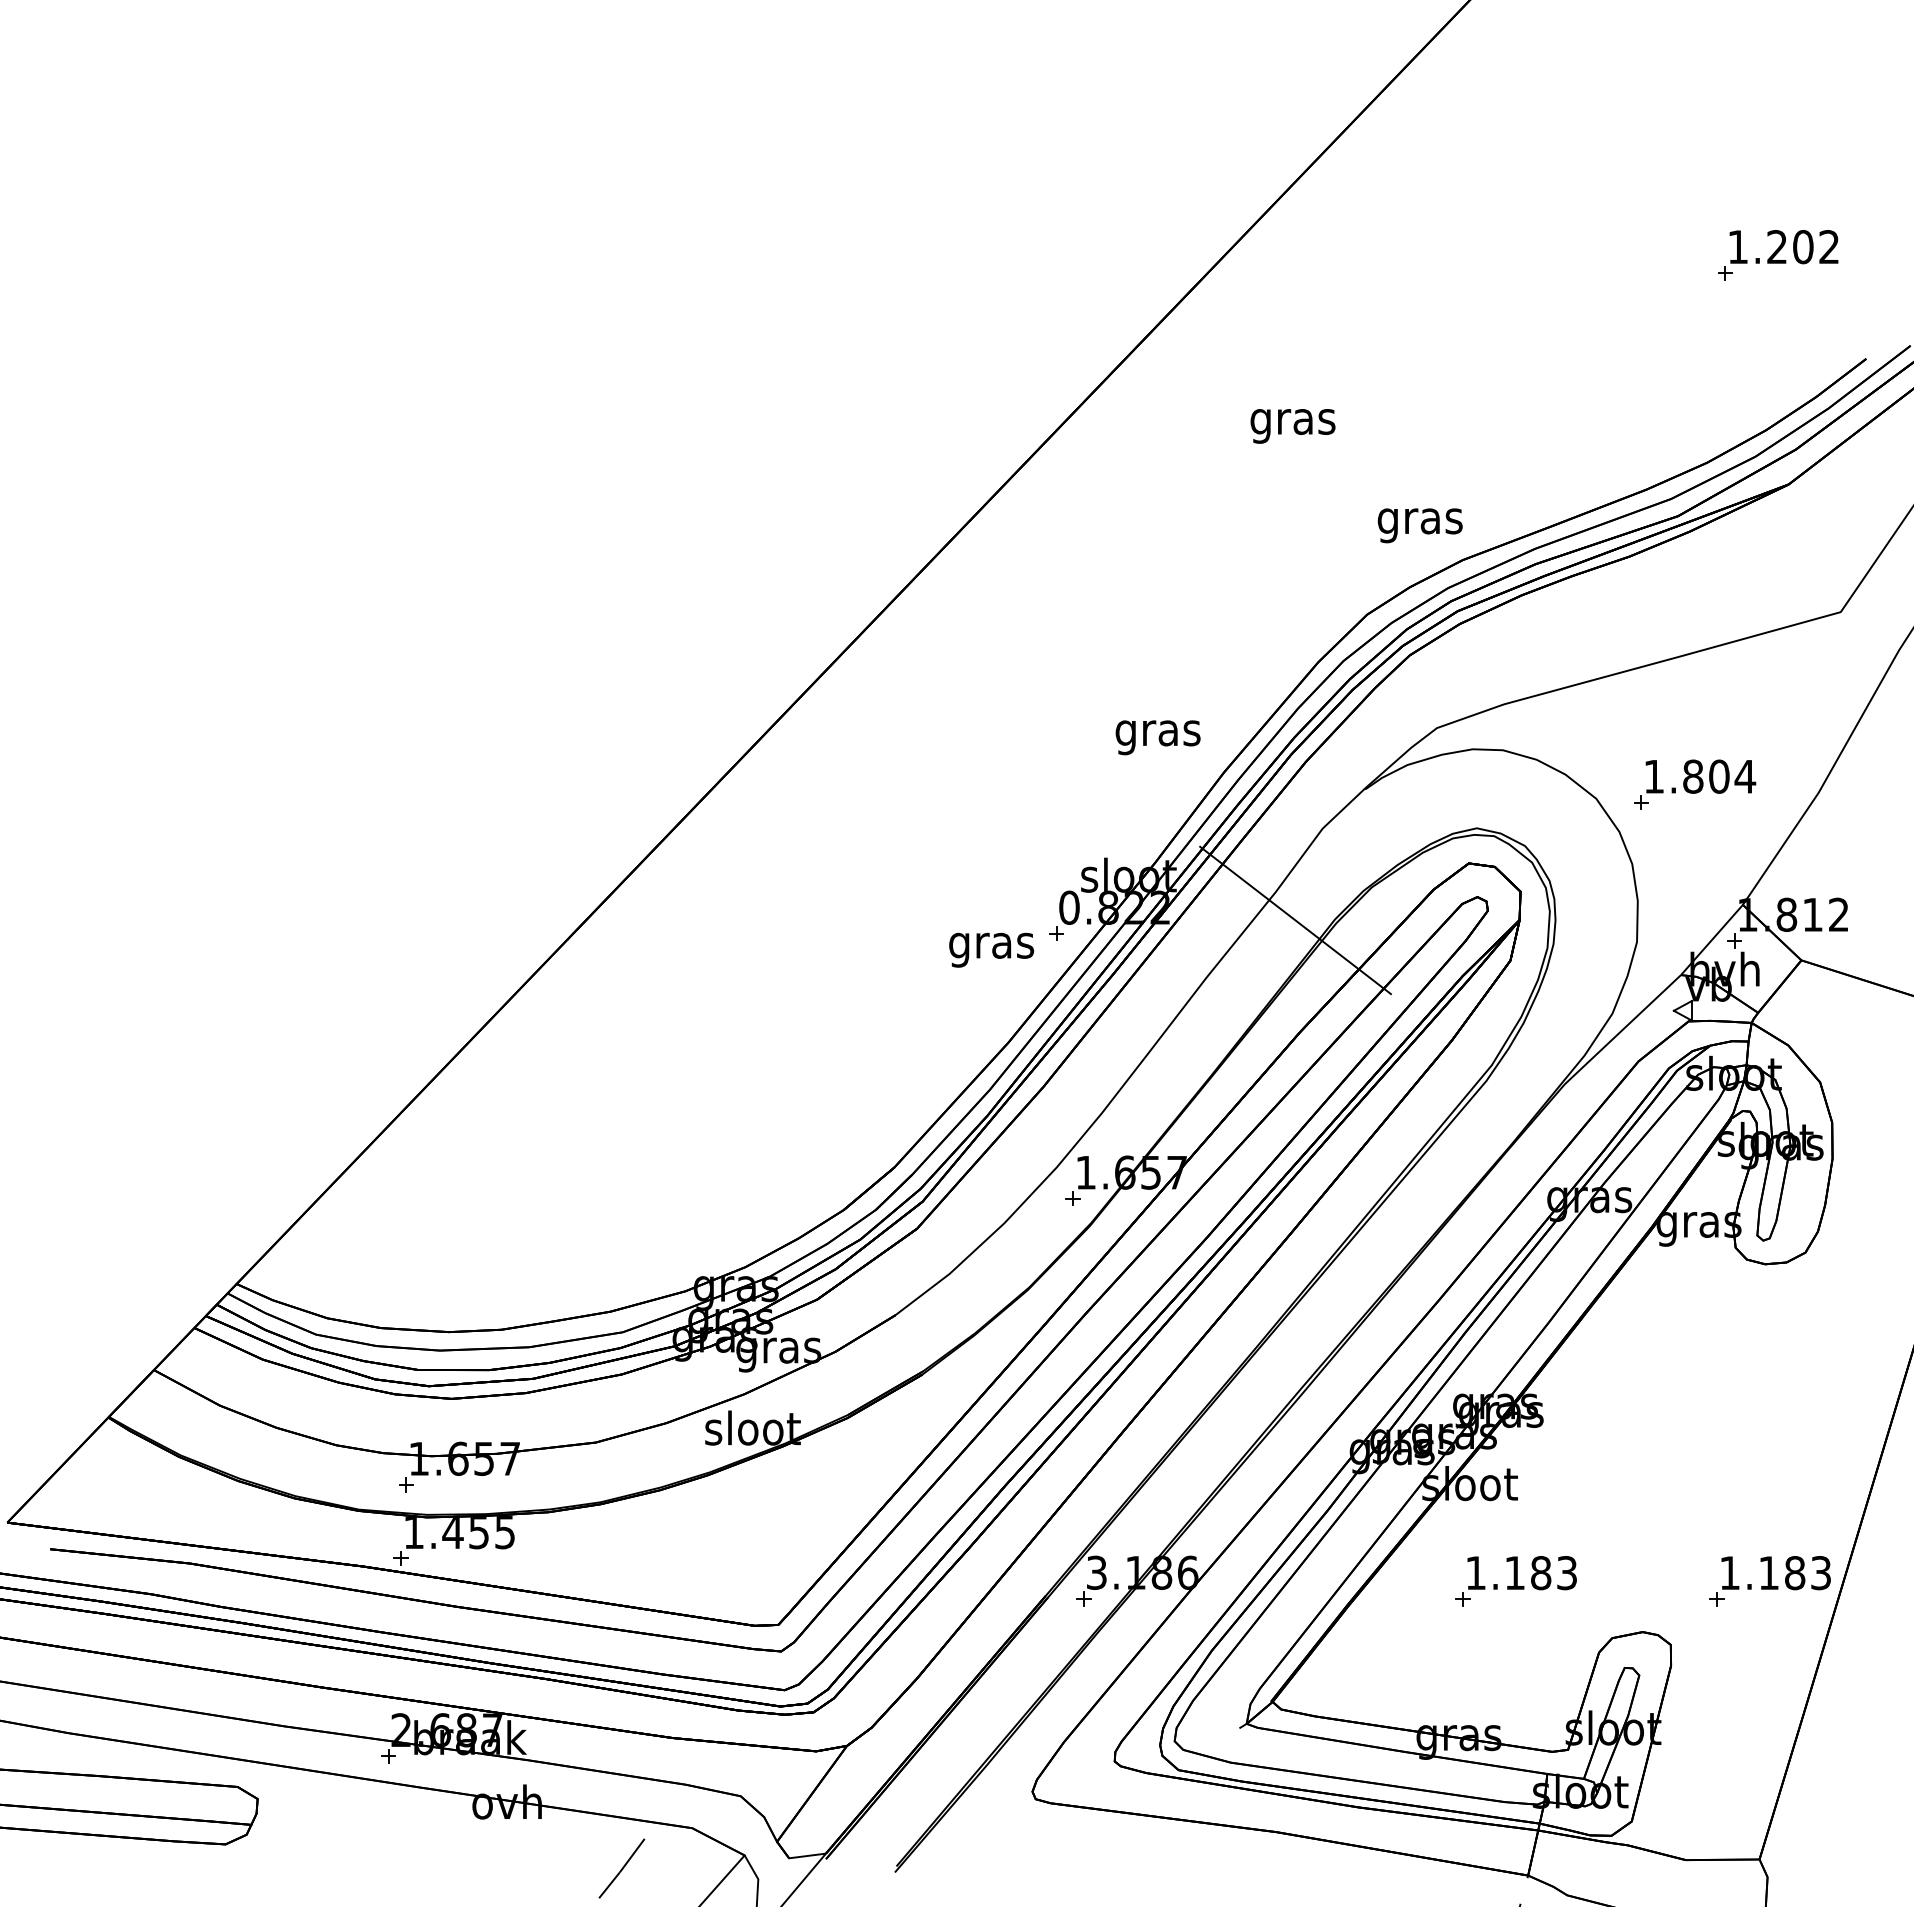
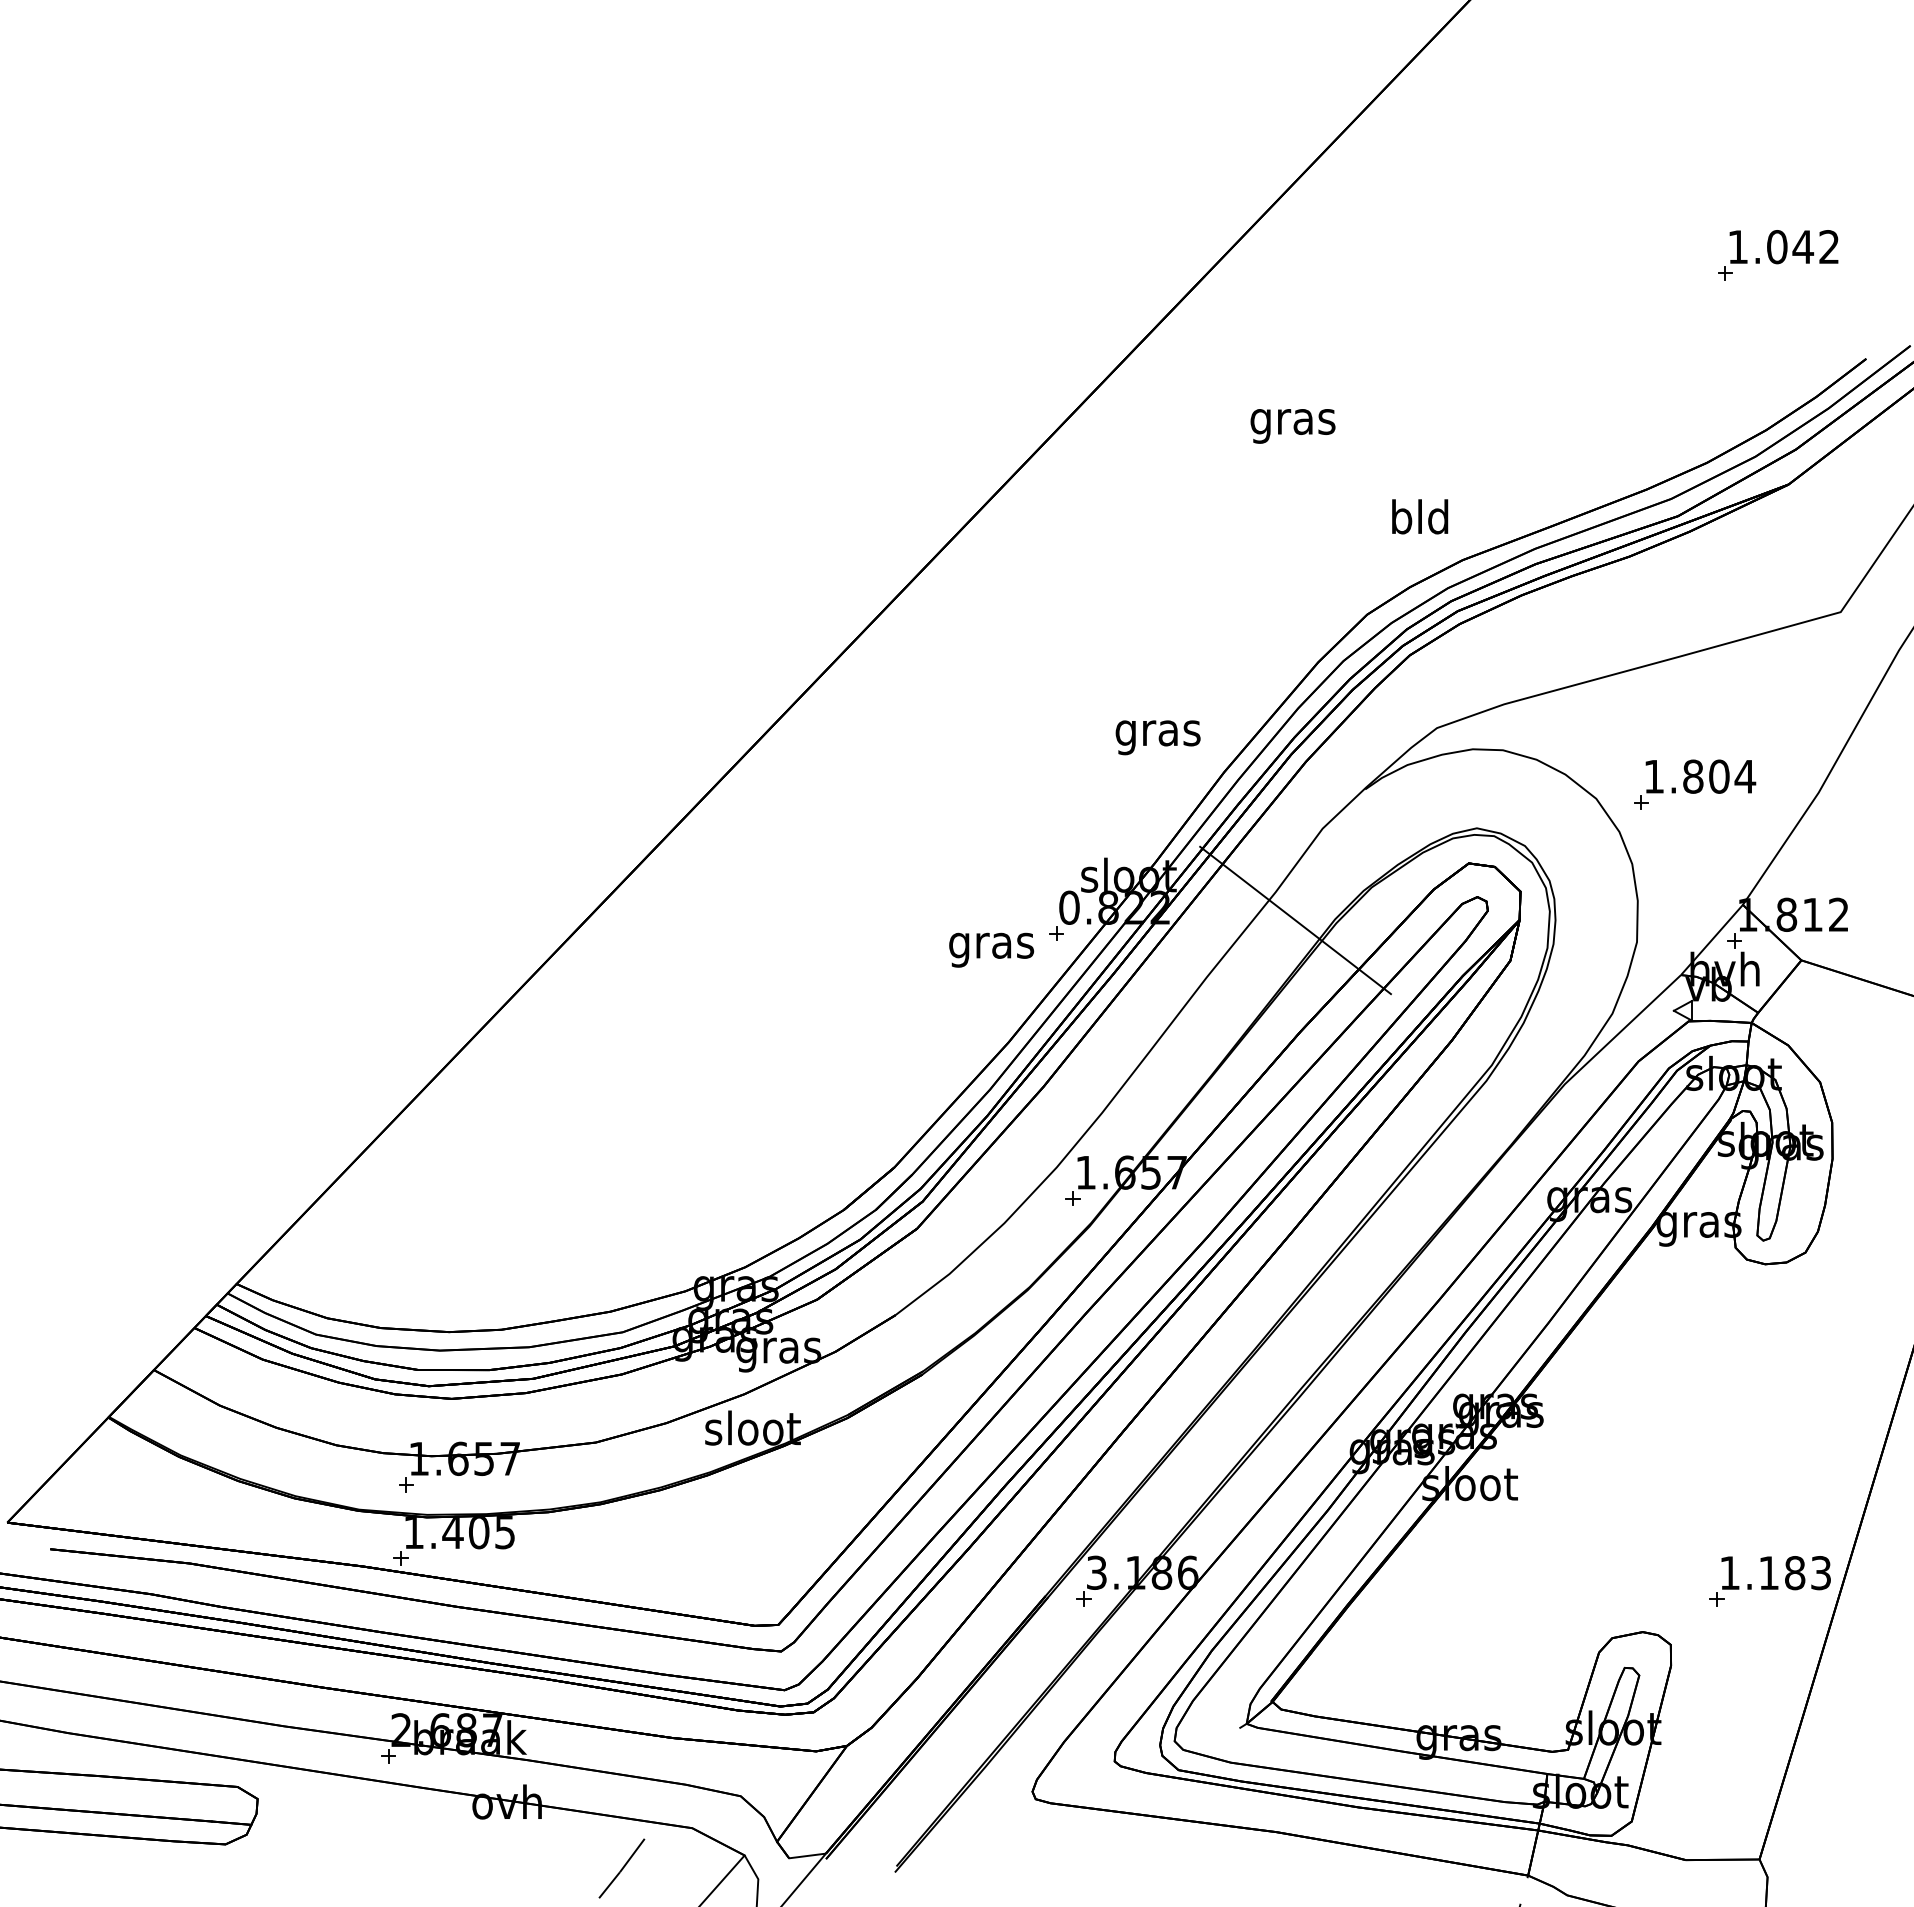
text at (1790, 247): 1.202 -> 1.042
text at (1419, 521): gras -> bld
text at (479, 1533): 1.455 -> 1.405
part at (1515, 1581): present -> none
